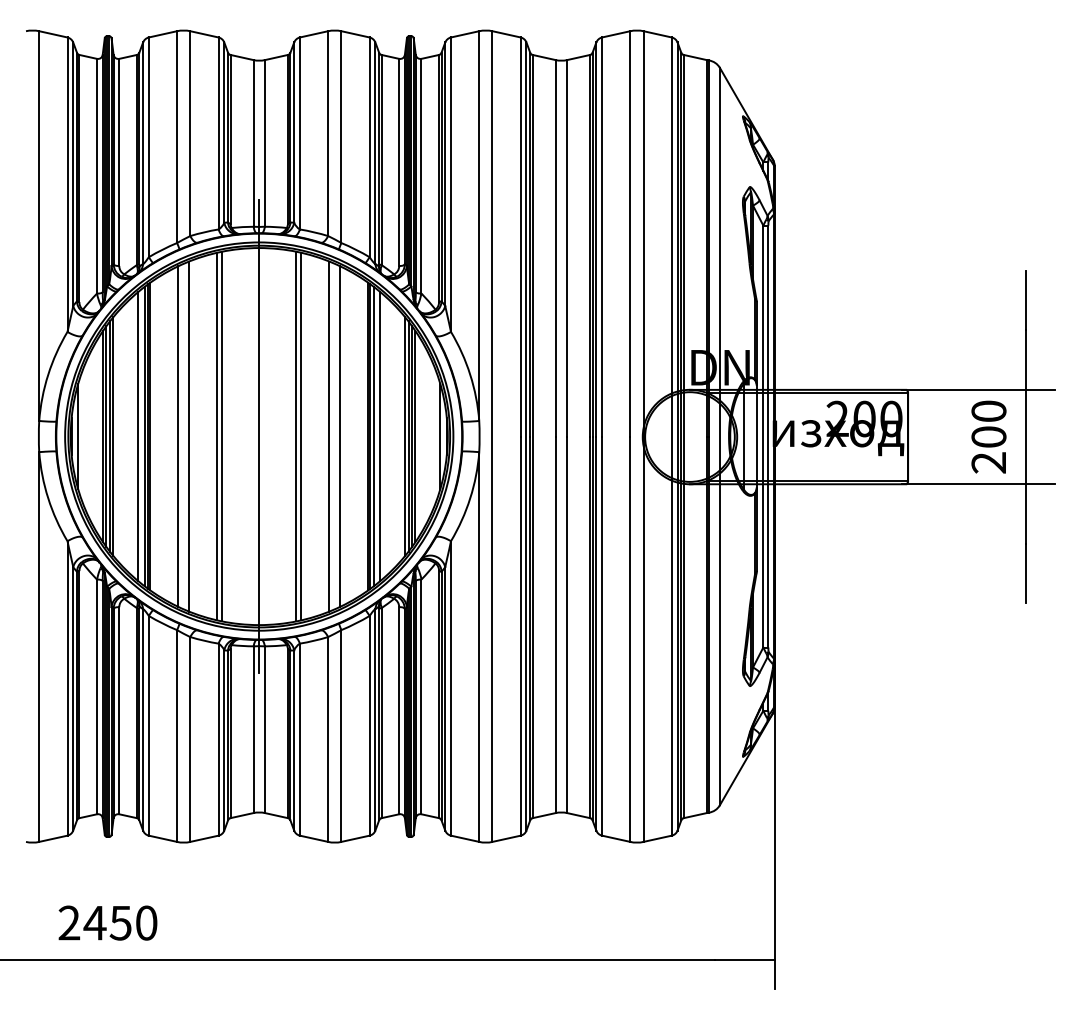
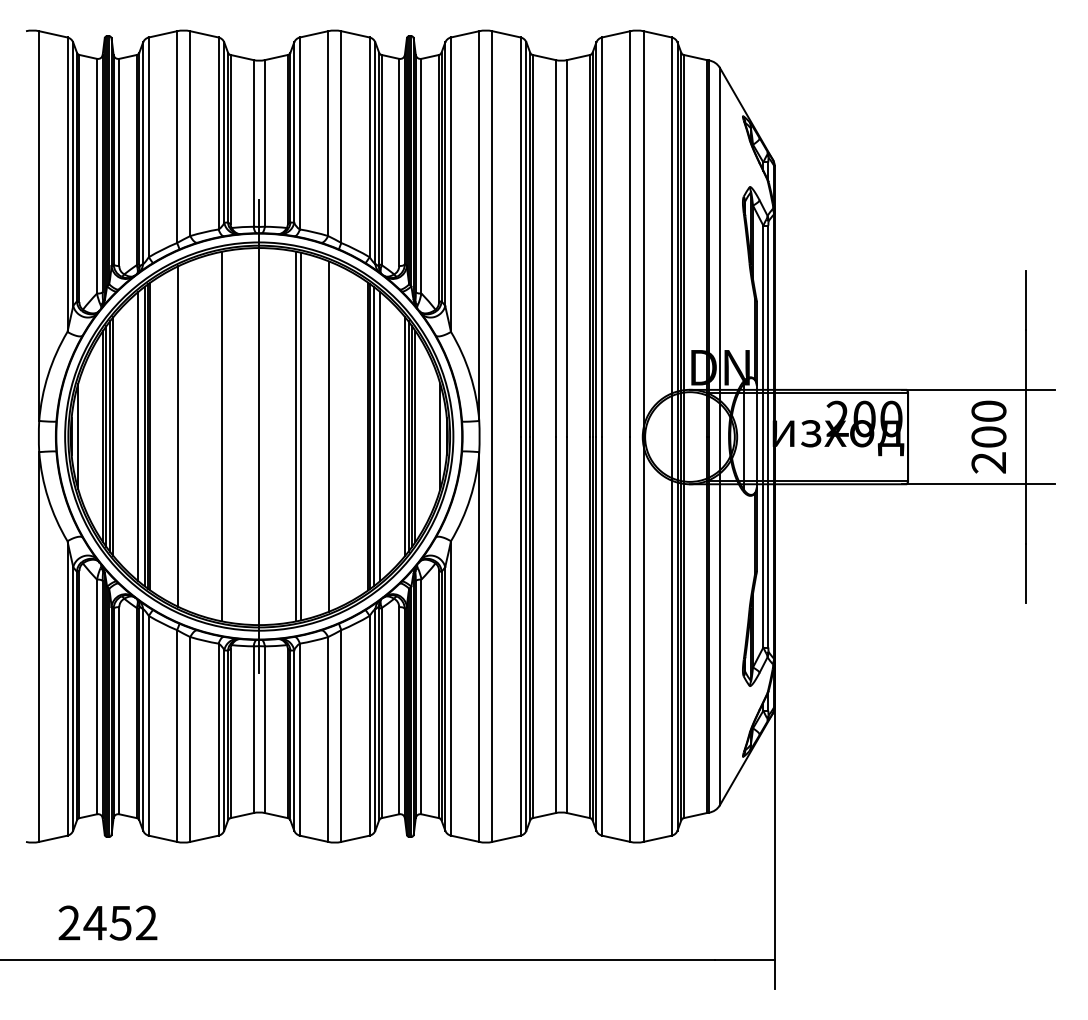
line at (189, 436): present -> none
line at (217, 436): present -> none
line at (340, 436): present -> none
text at (146, 922): 2450 -> 2452
